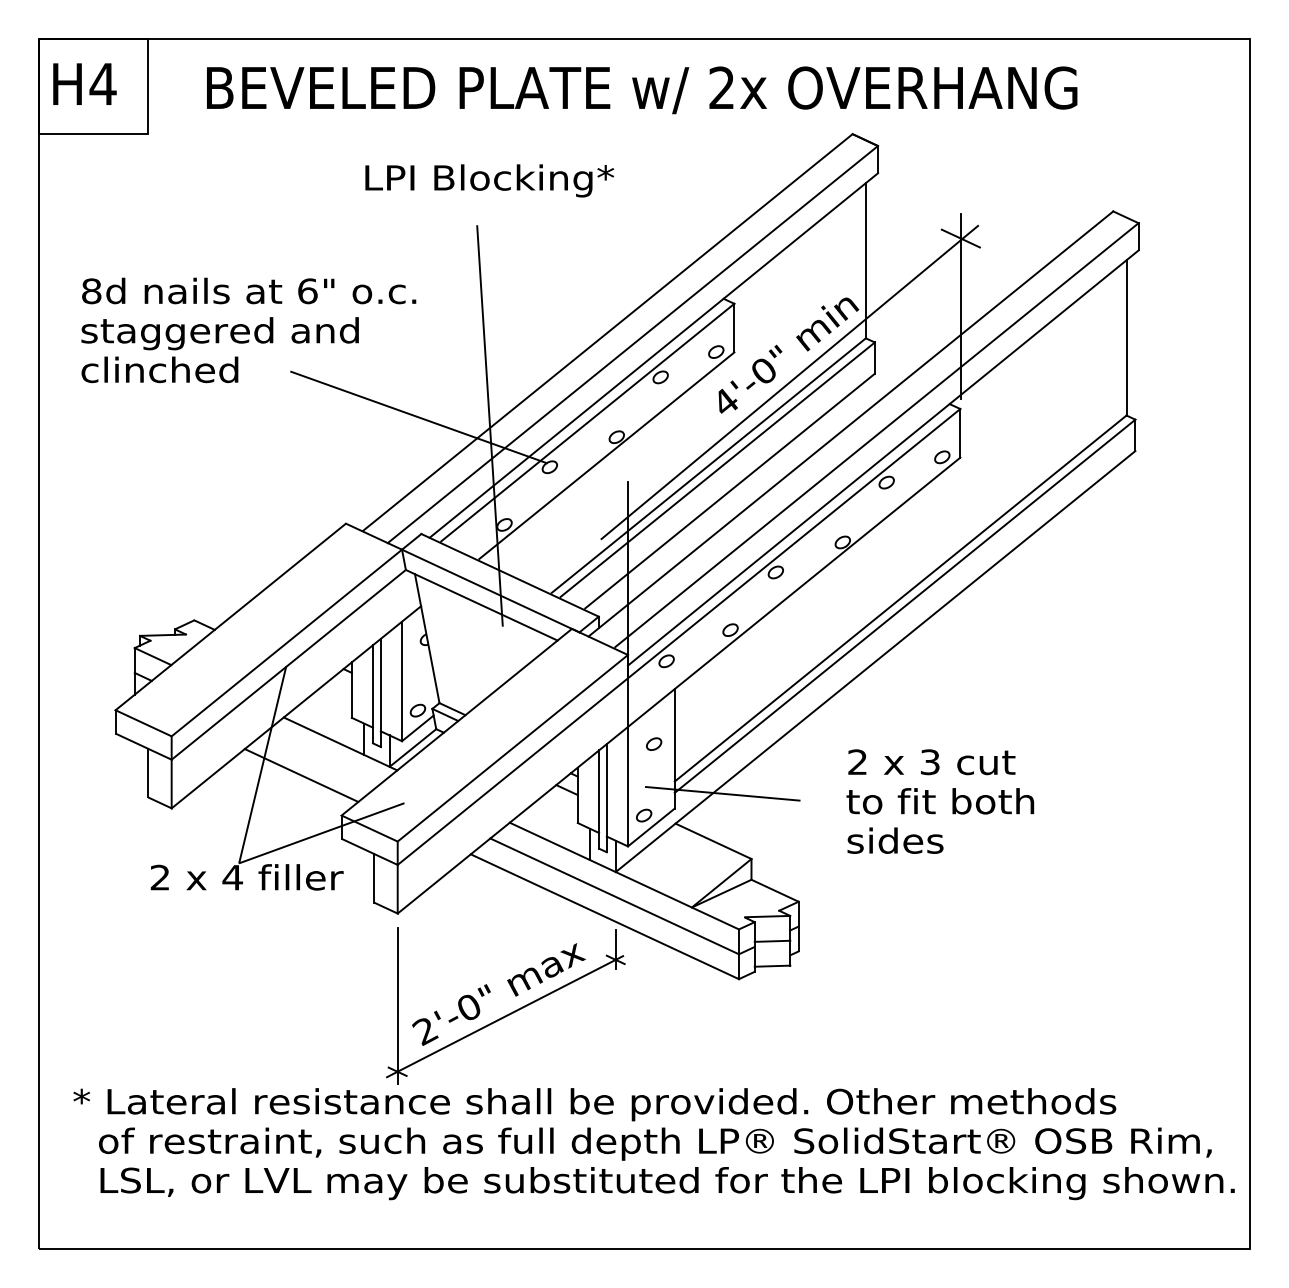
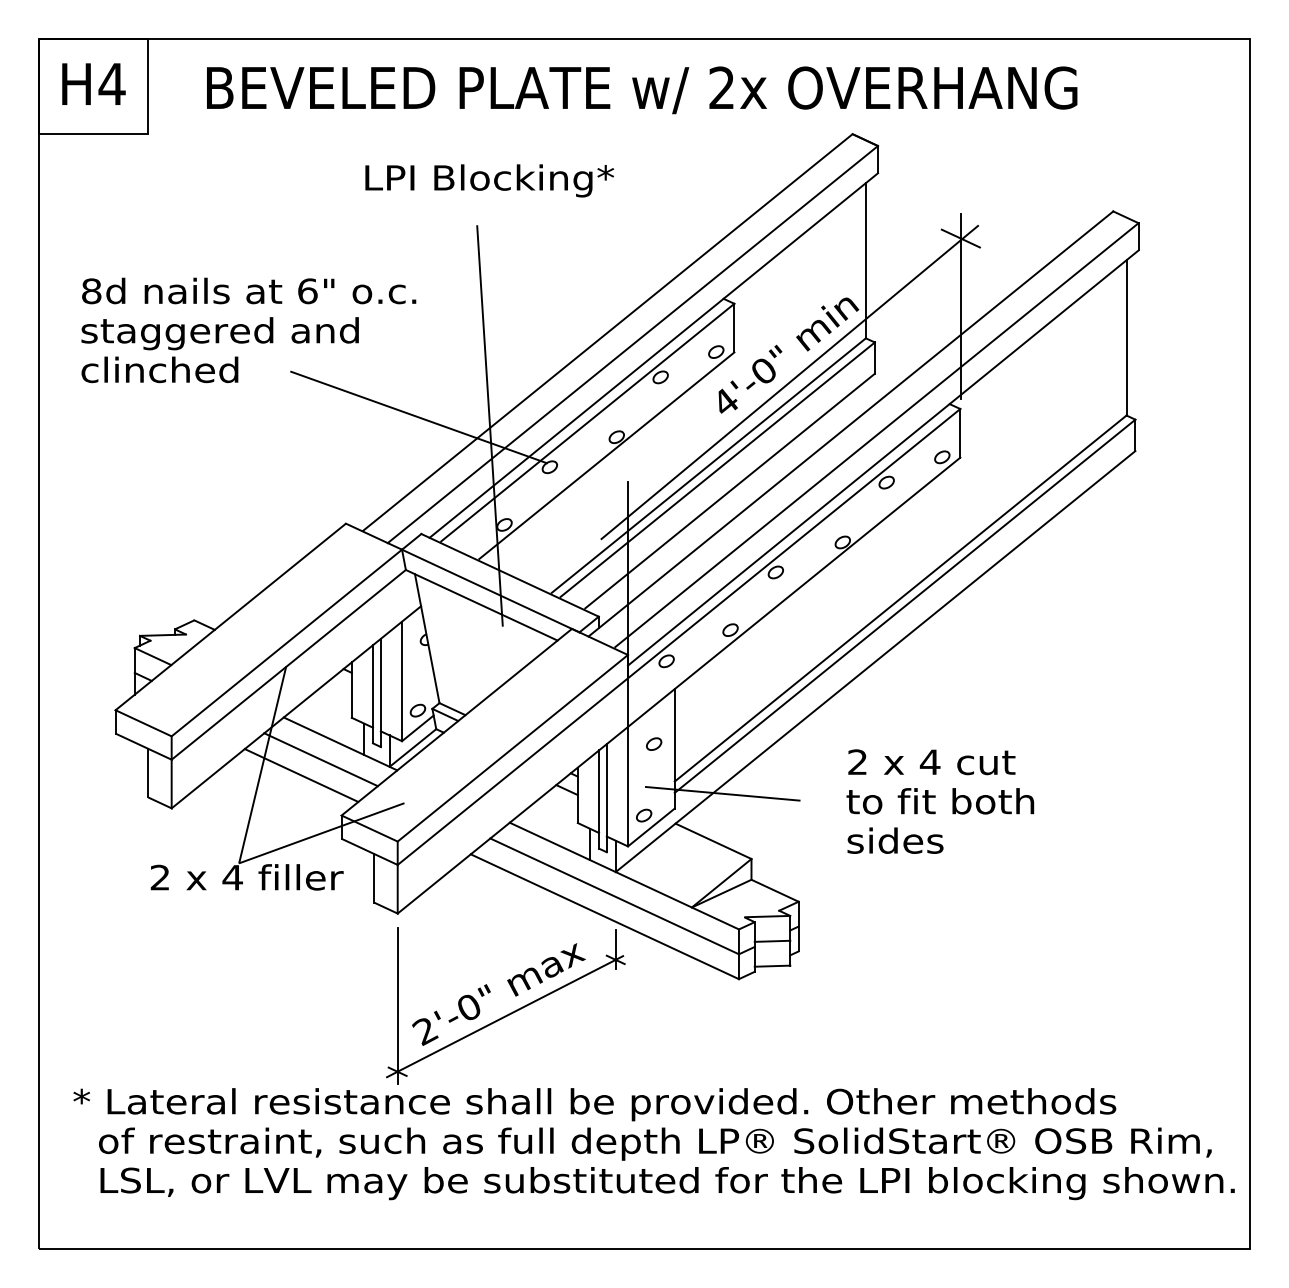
text at (84, 83) position: (84, 83) -> (93, 83)
line at (320, 759): none -> present
text at (929, 762): 3 -> 4
